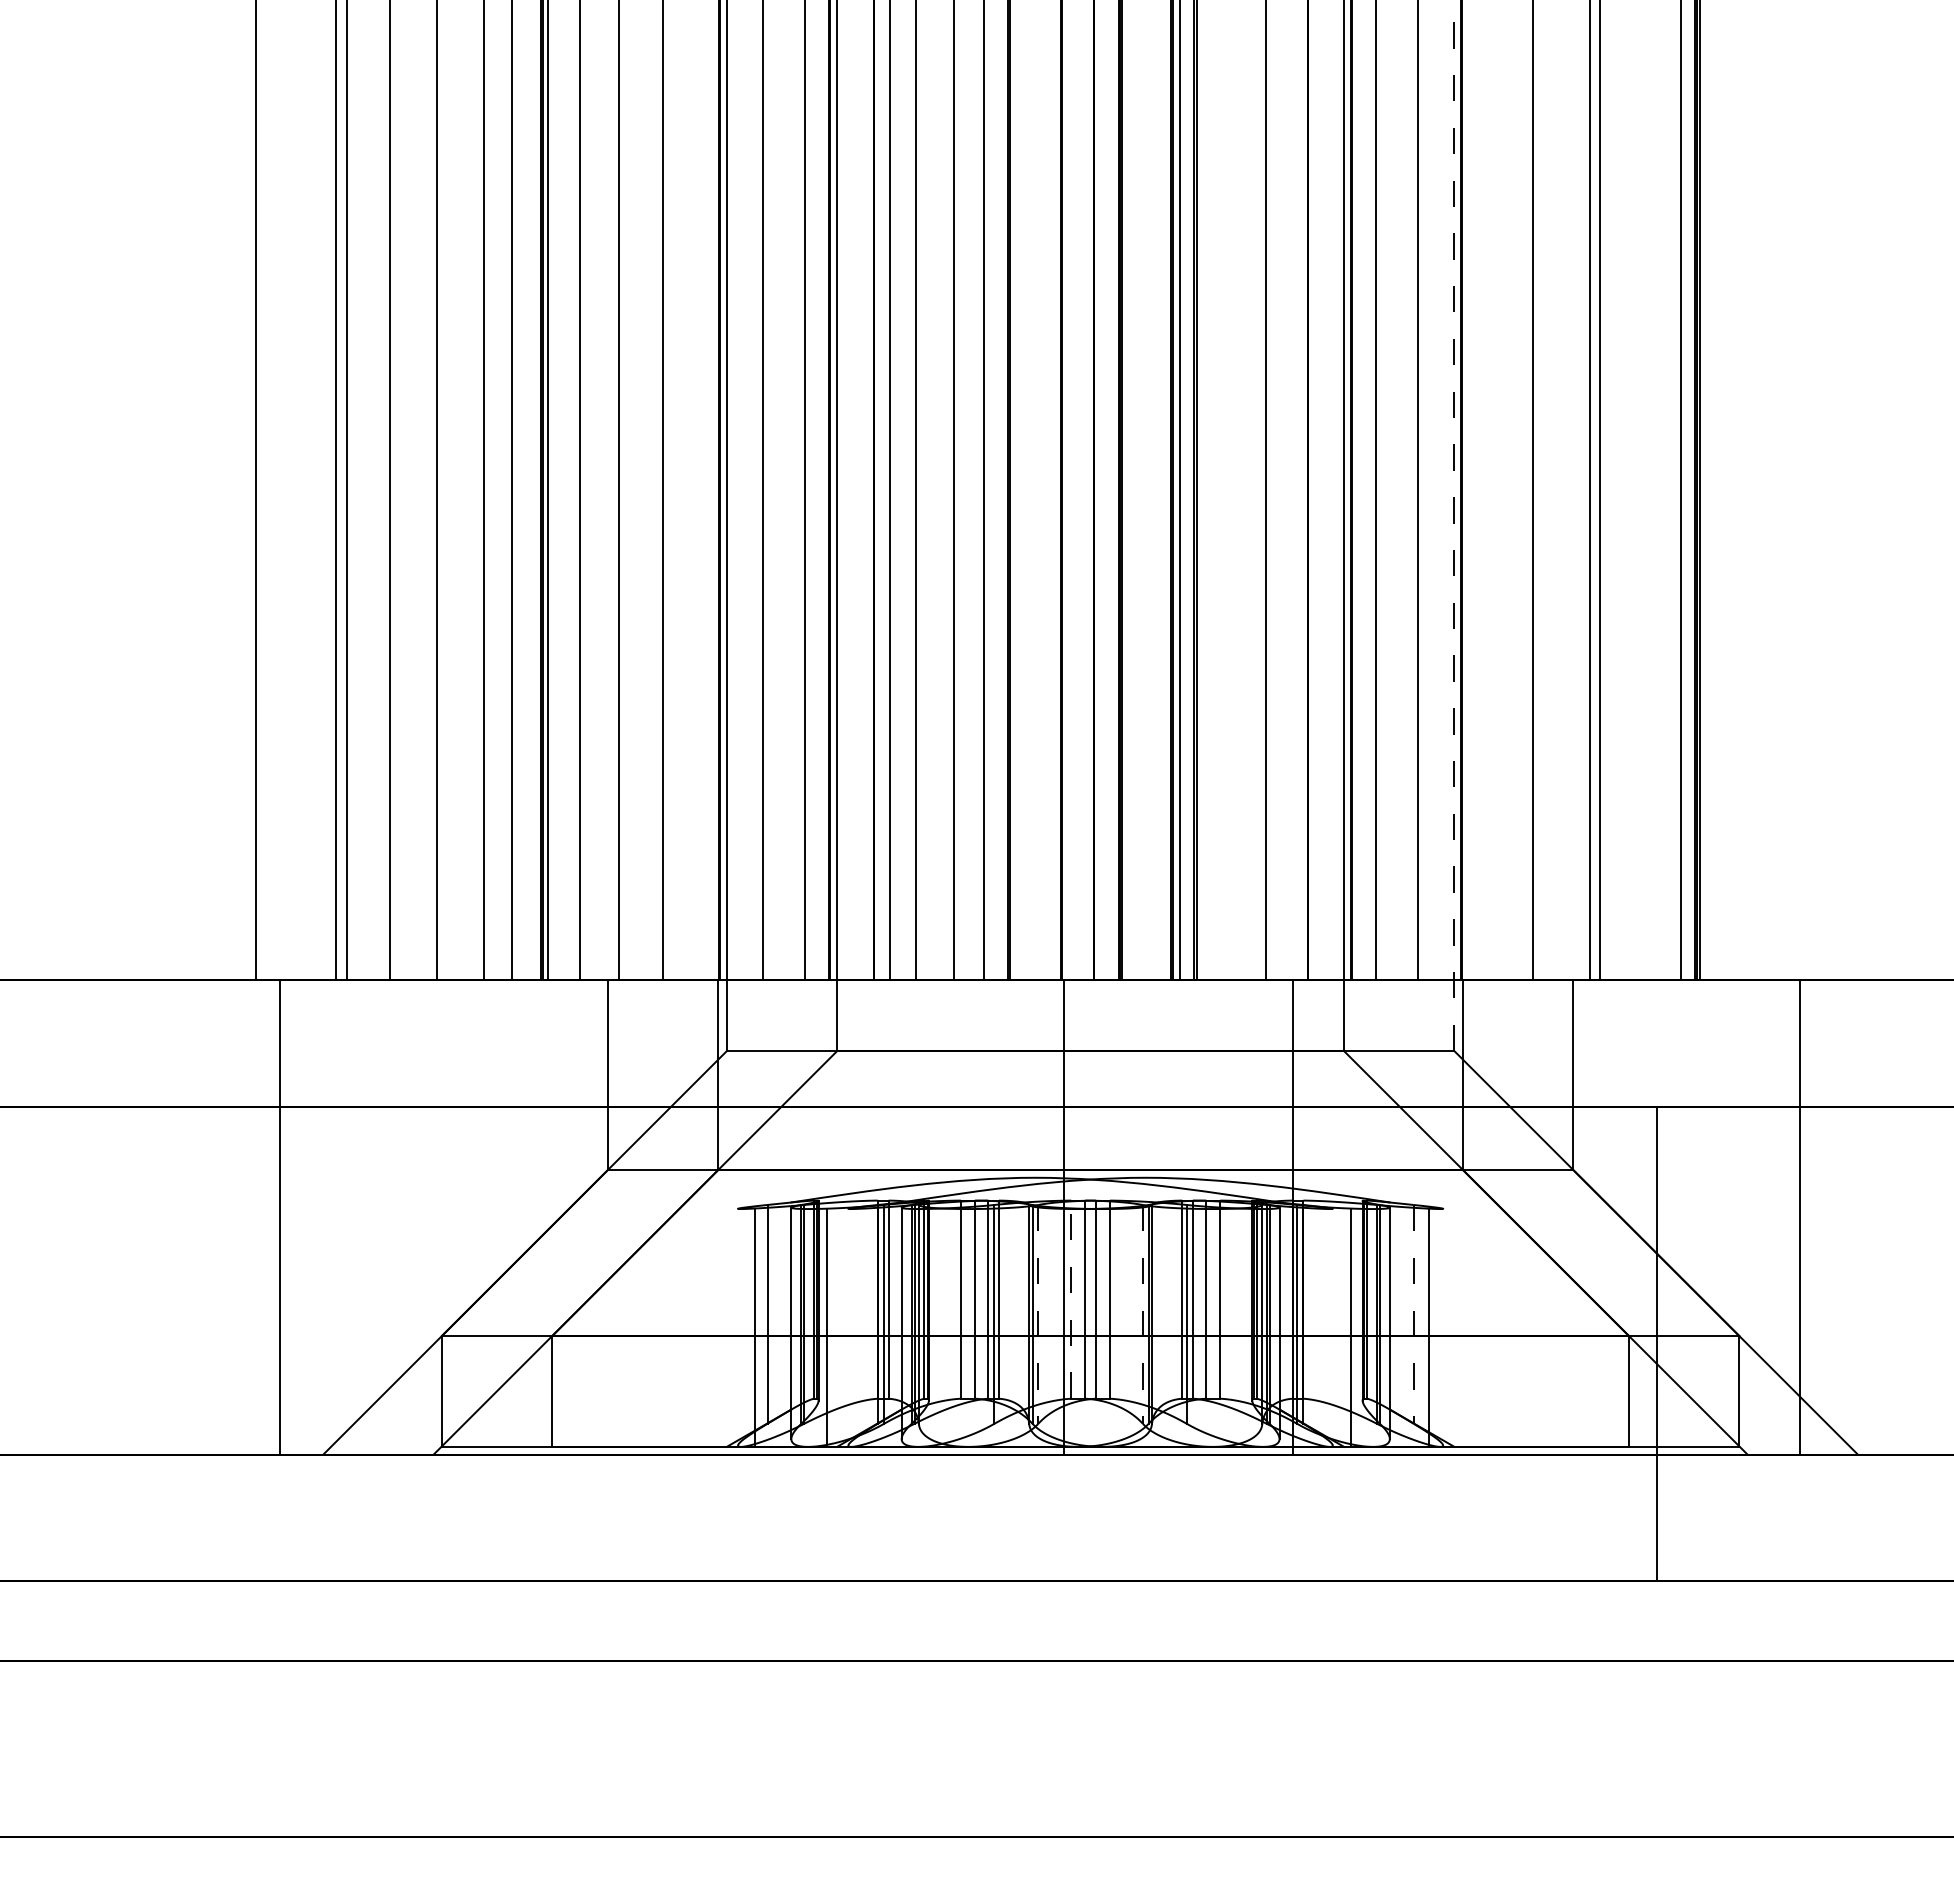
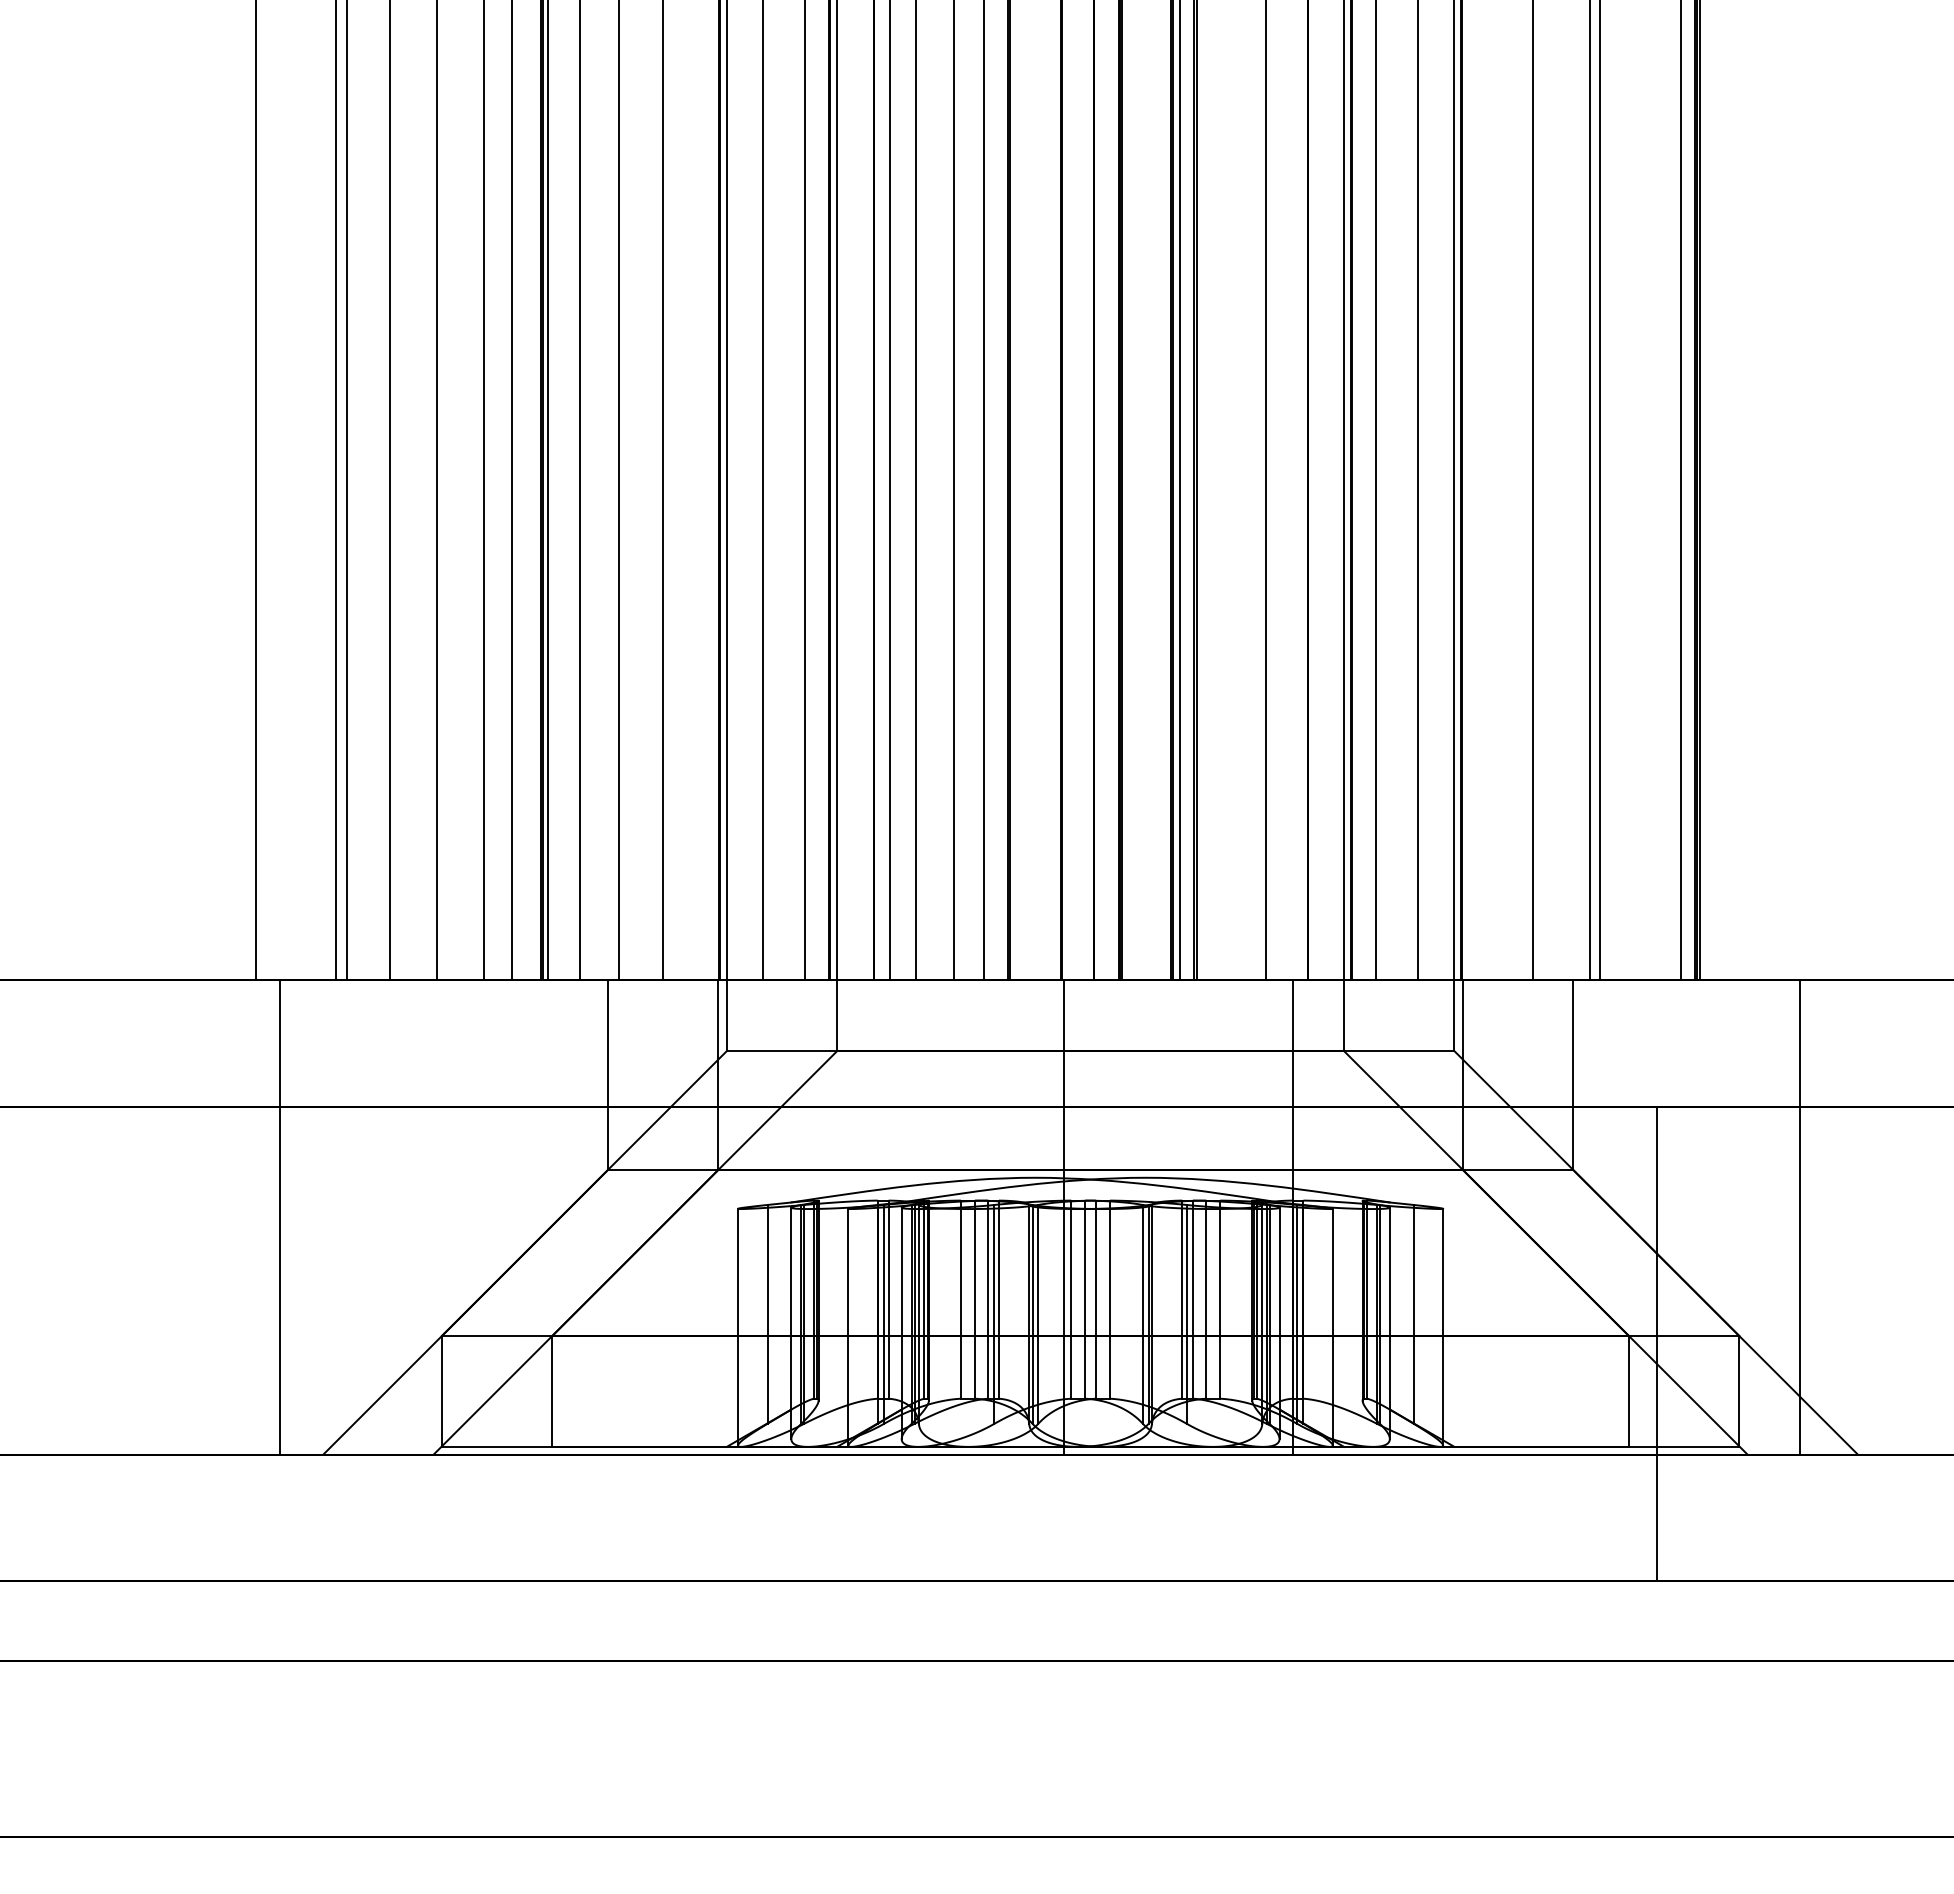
line at (1454, 525): dashed -> solid
line at (1071, 1299): dashed -> solid
line at (1038, 1314): dashed -> solid
line at (1142, 1314): dashed -> solid
line at (1413, 1314): dashed -> solid
line at (755, 1327) position: (755, 1327) -> (738, 1327)
line at (827, 1327) position: (827, 1327) -> (848, 1327)
line at (1350, 1327) position: (1350, 1327) -> (1332, 1327)
line at (1429, 1327) position: (1429, 1327) -> (1443, 1327)
